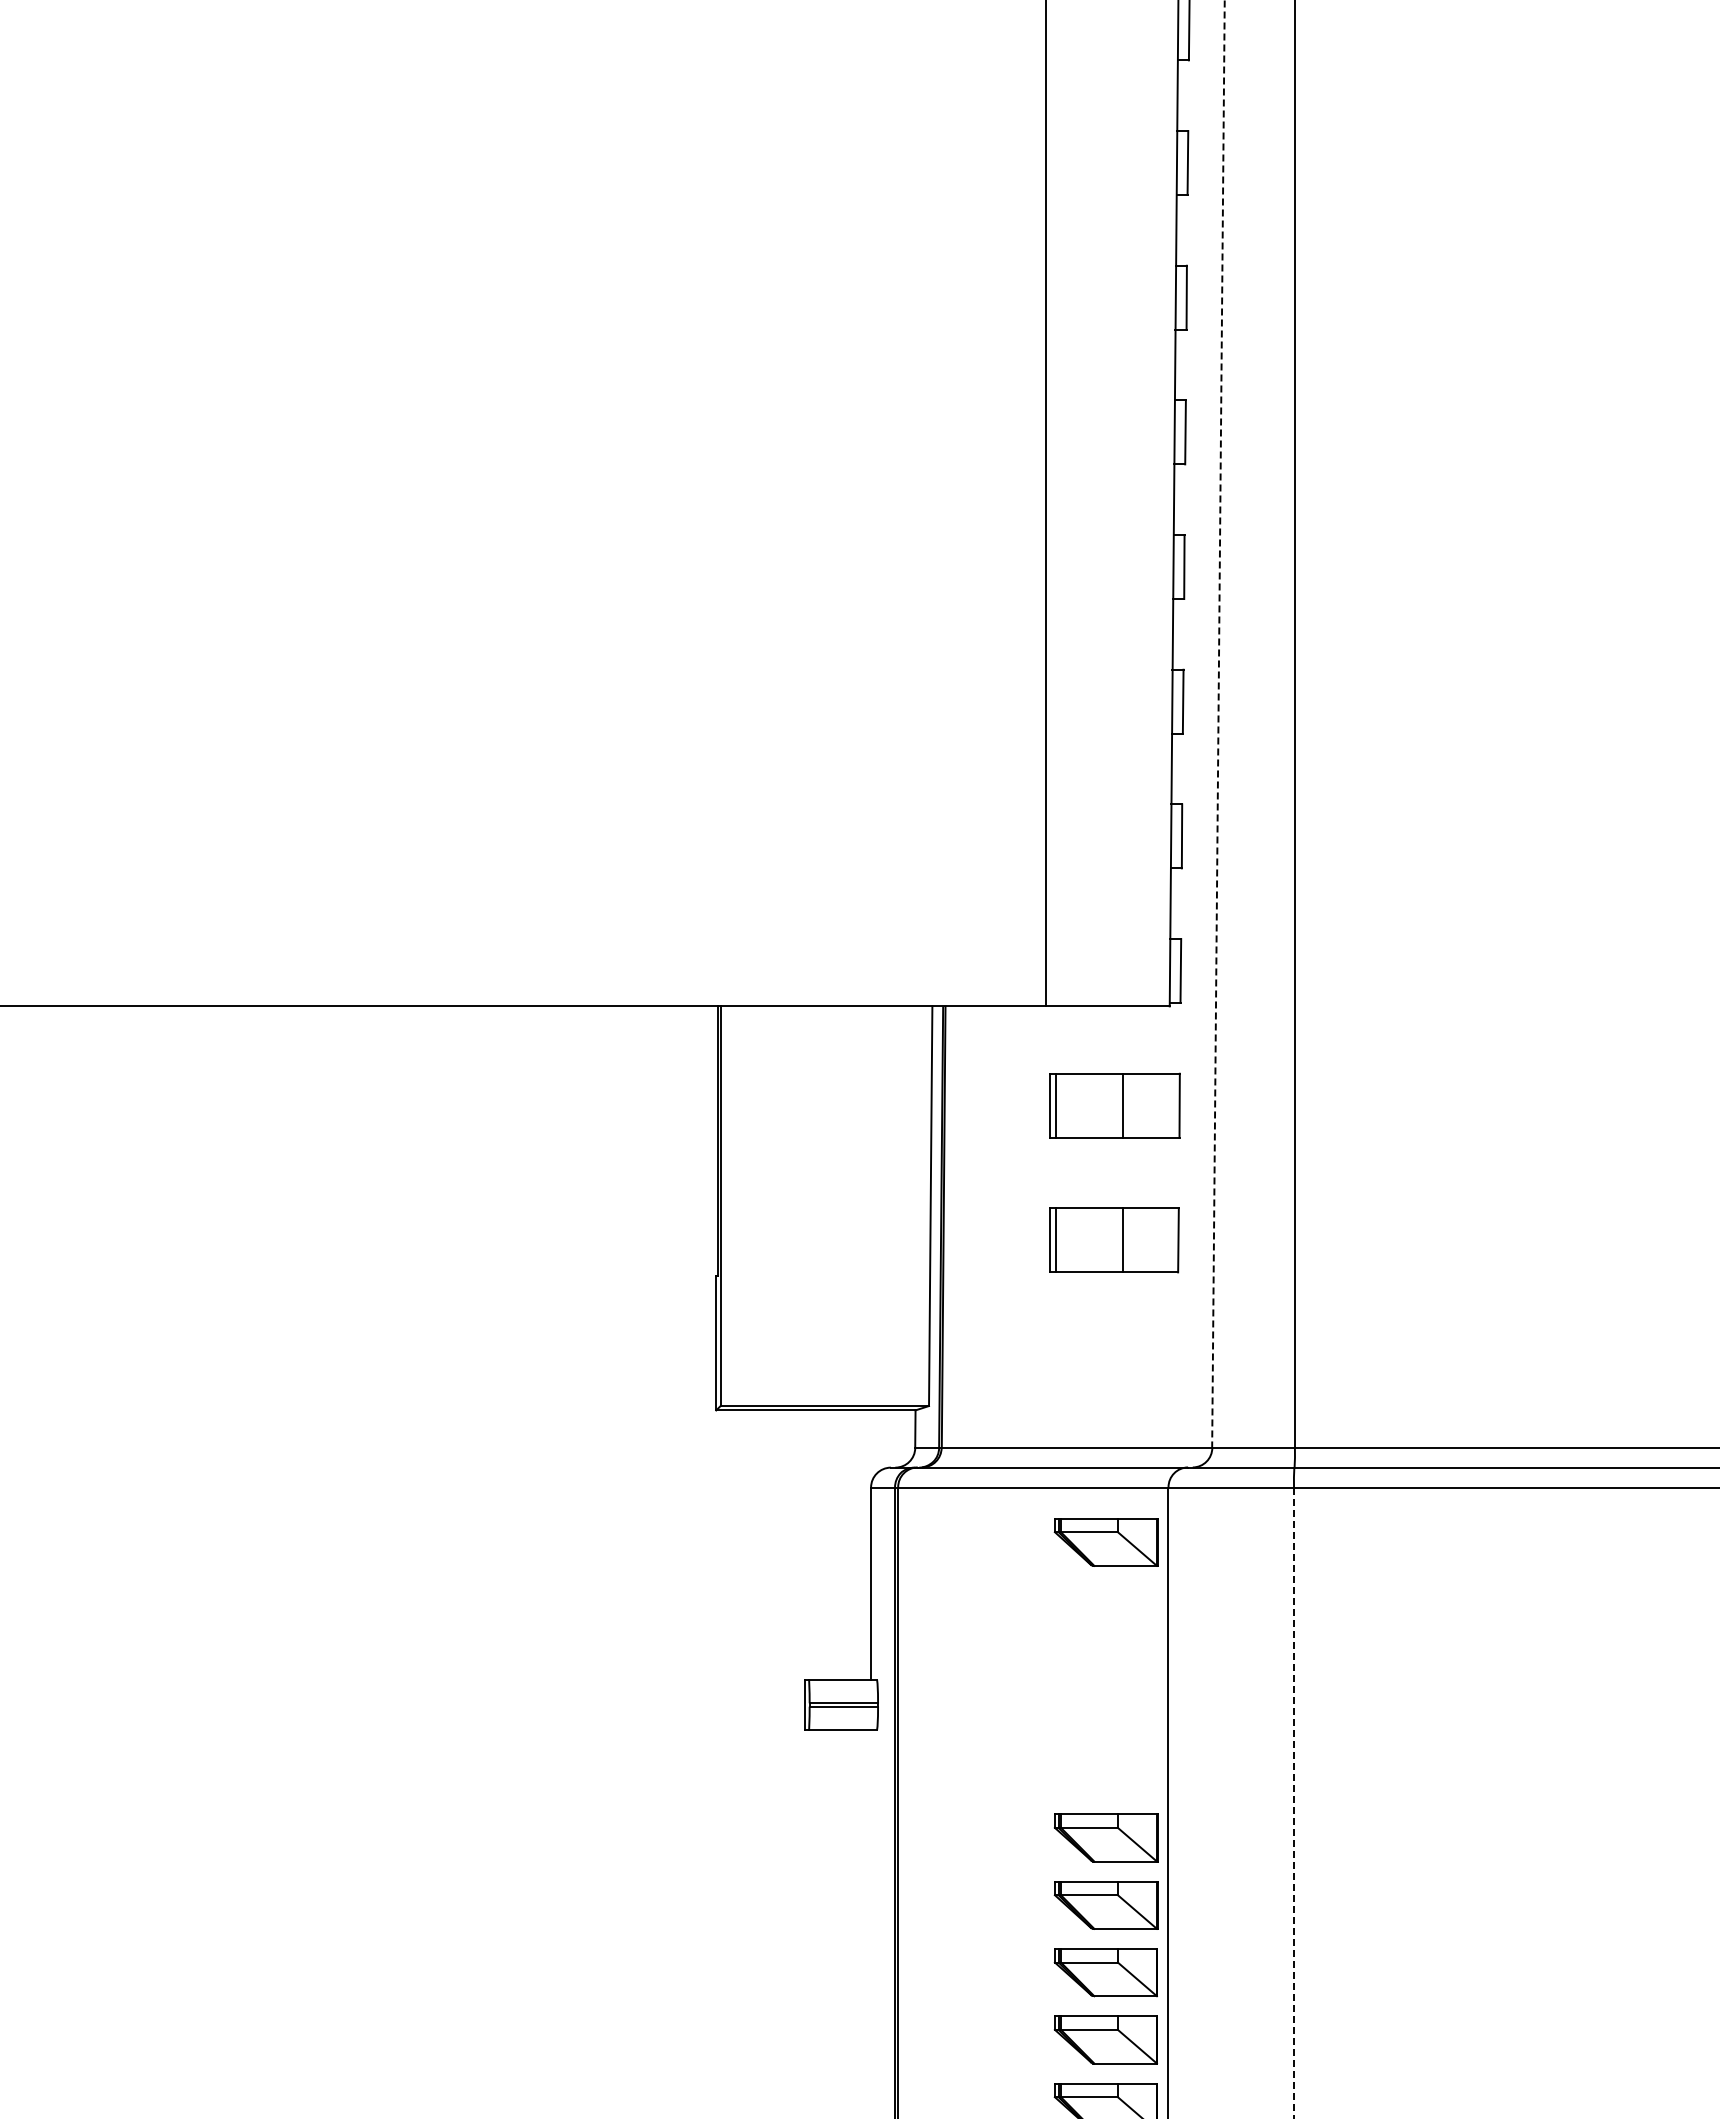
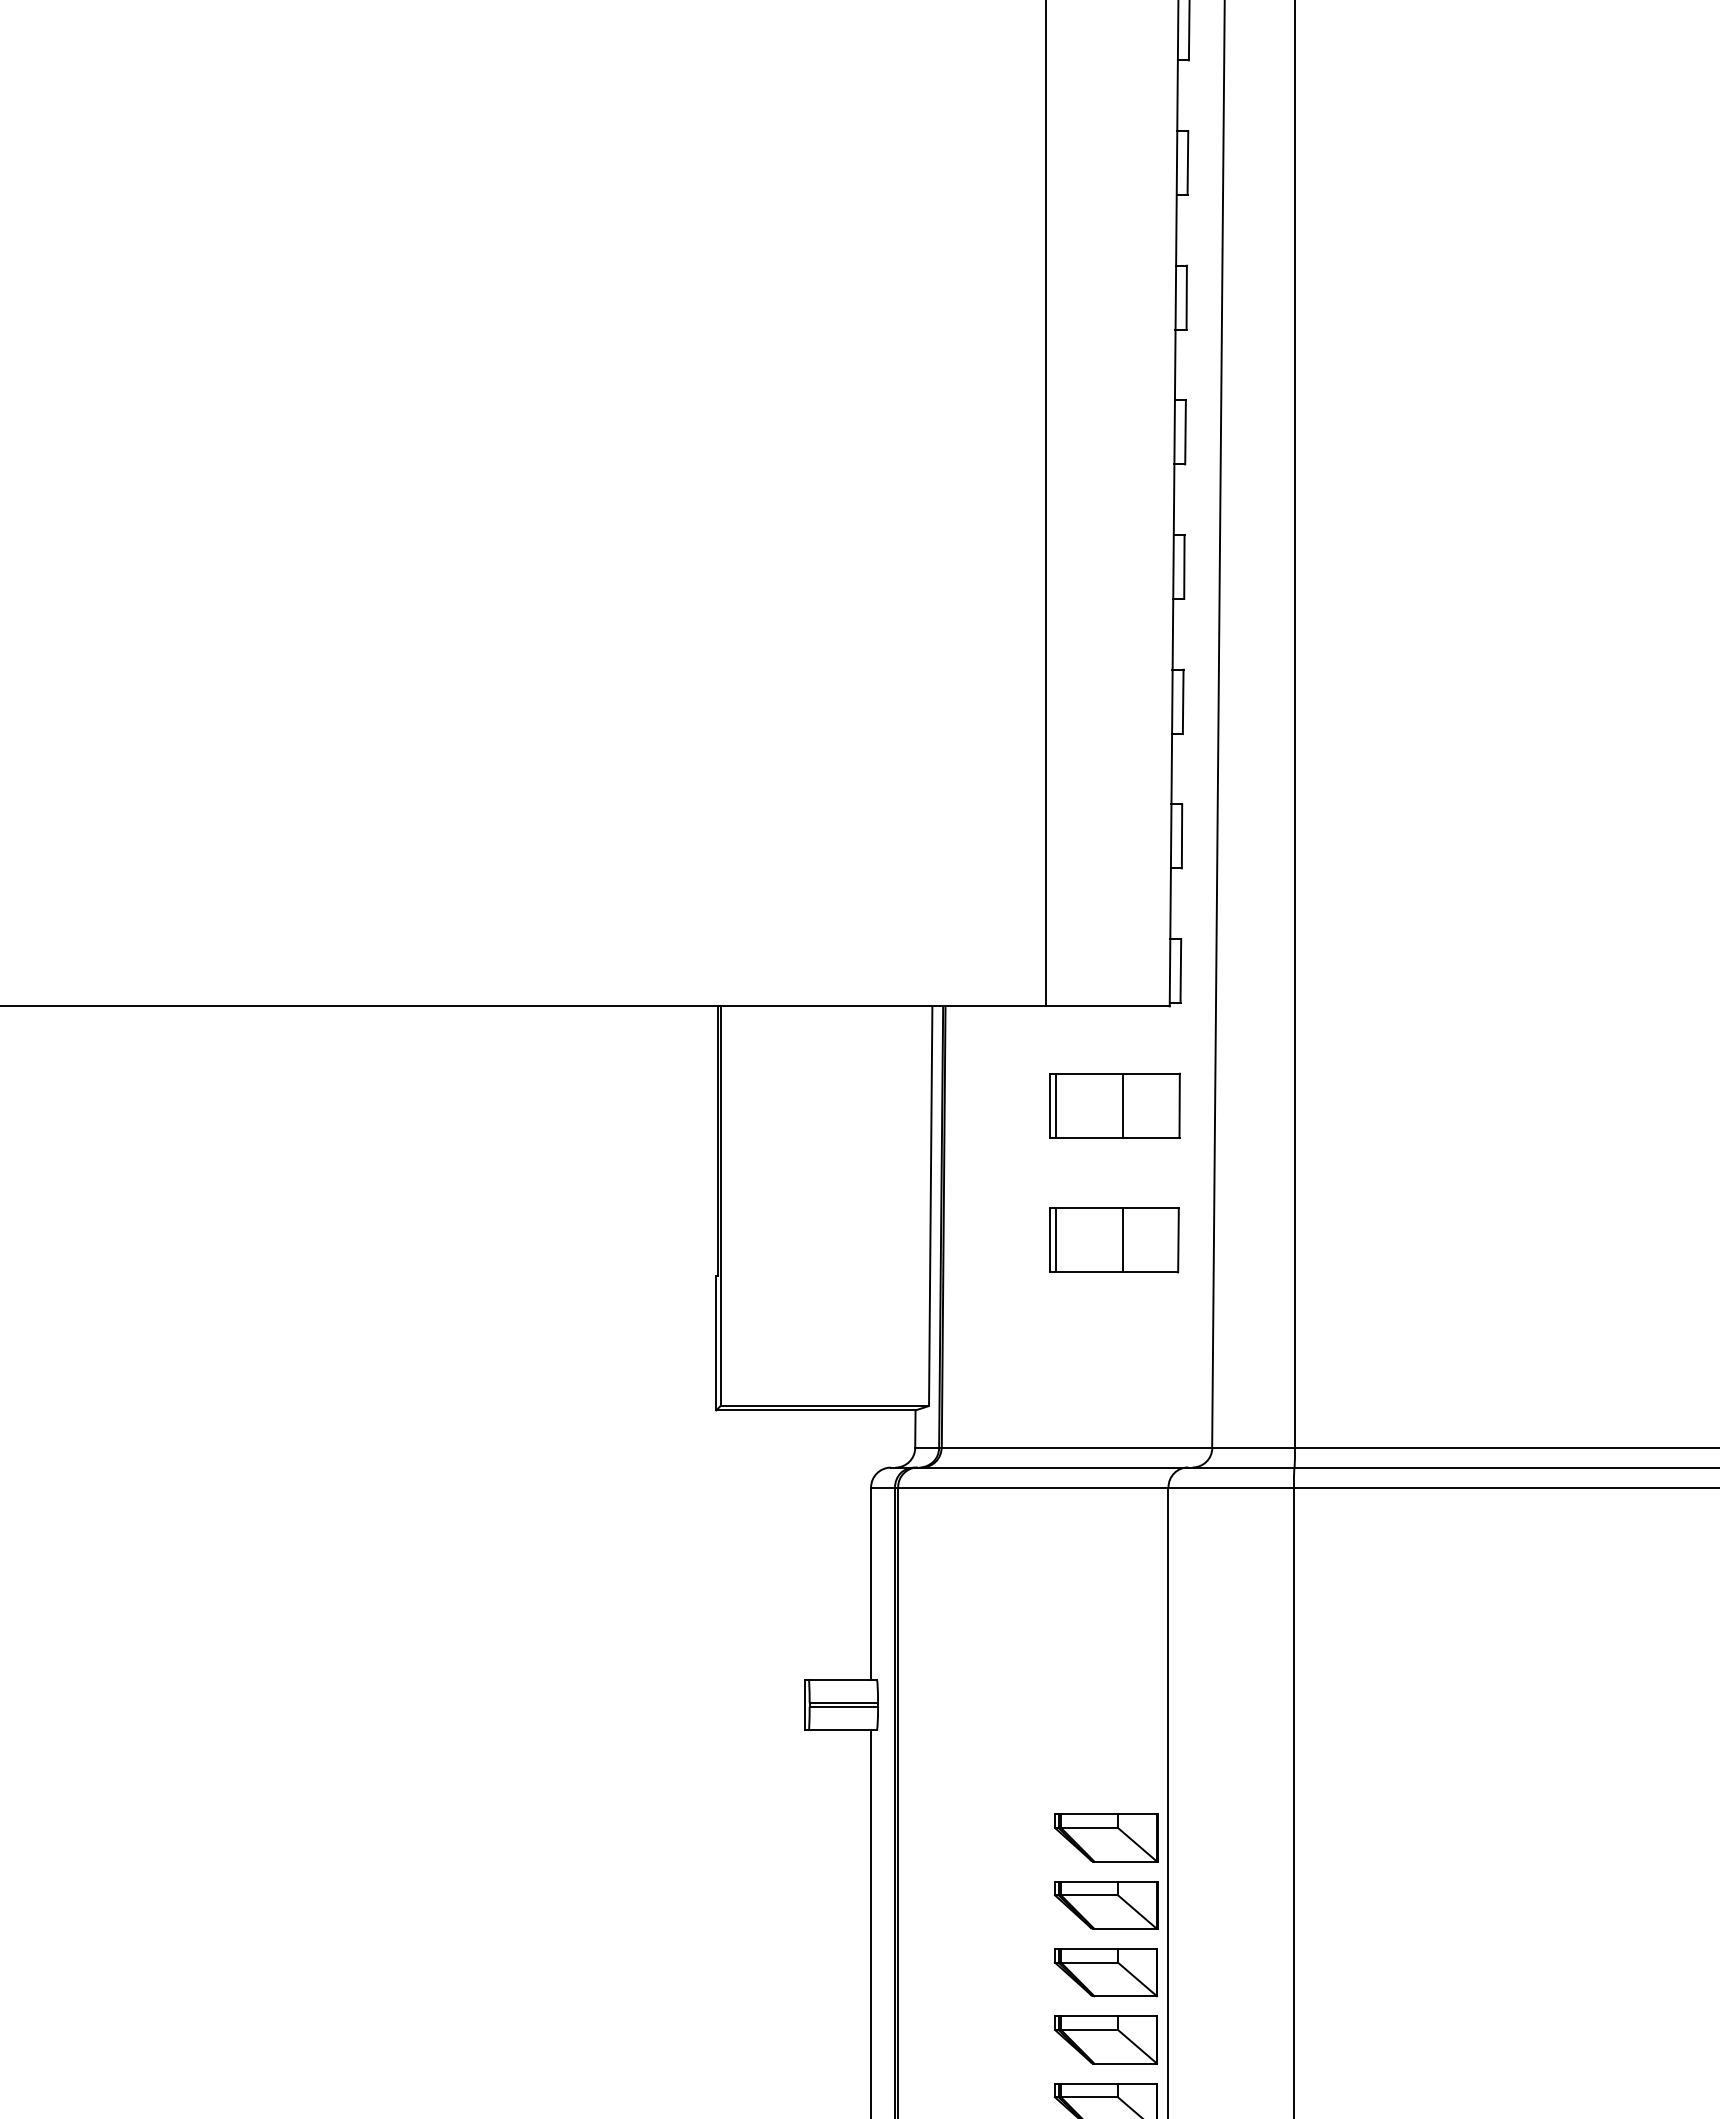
line at (1218, 724): dashed -> solid
part at (1105, 1542): present -> none
line at (1293, 1803): dashed -> solid
line at (870, 1922): none -> present
